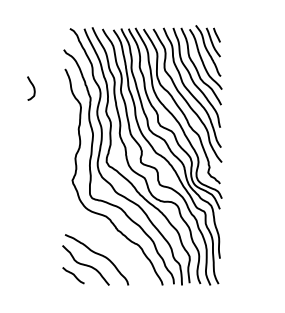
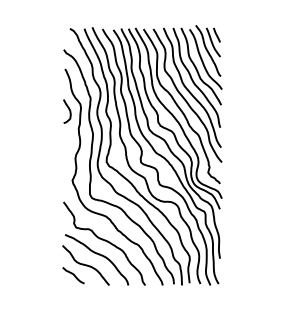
curve at (33, 88) position: (33, 88) -> (69, 111)
curve at (104, 241): none -> present
